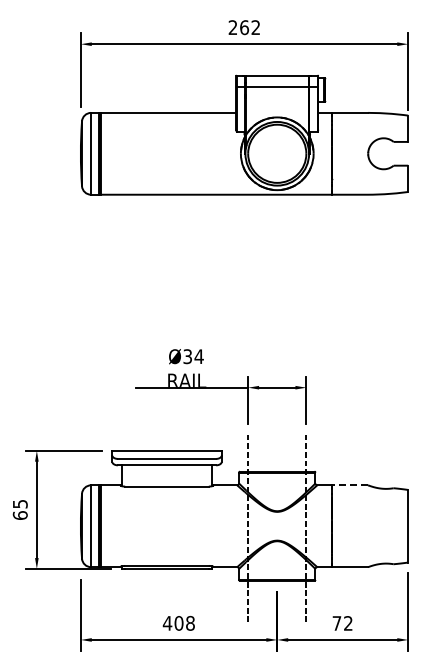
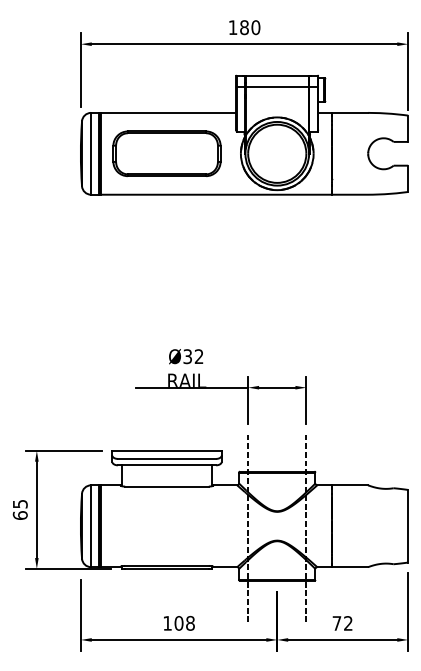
text at (244, 27): 262 -> 180
part at (166, 153): none -> present
text at (198, 356): Ø34 -> Ø32
line at (349, 485): dashed -> solid
text at (167, 623): 408 -> 108
